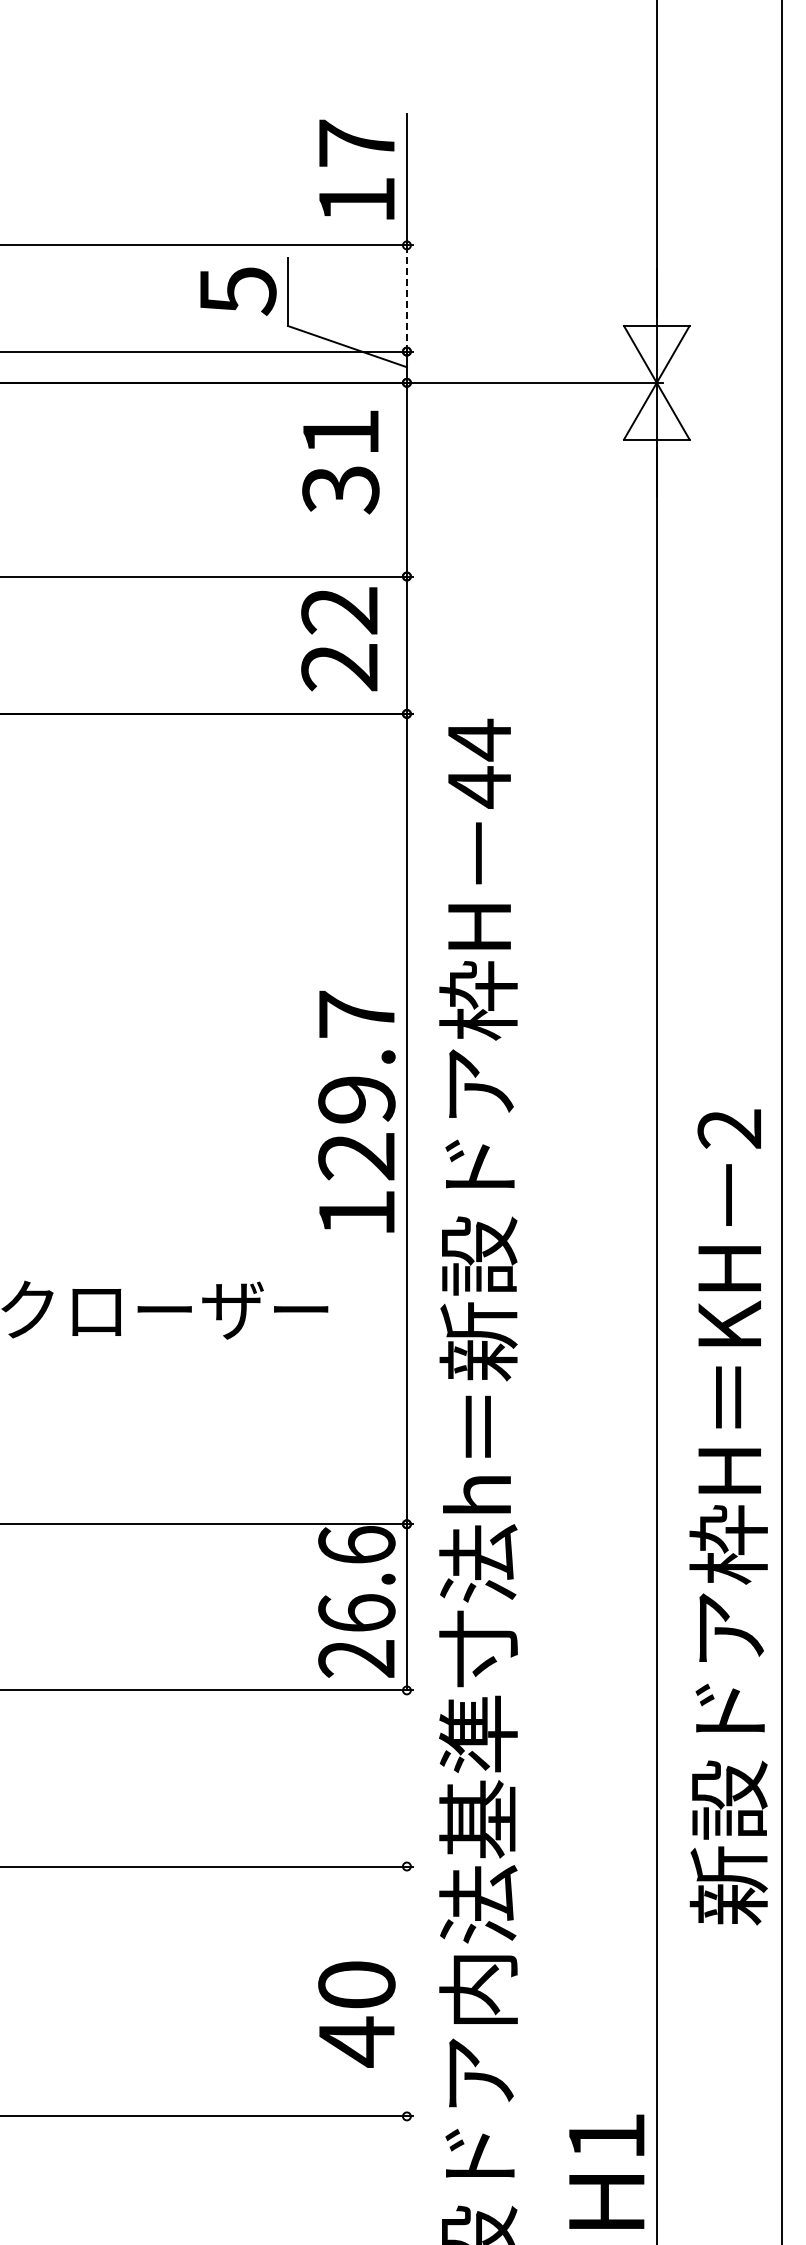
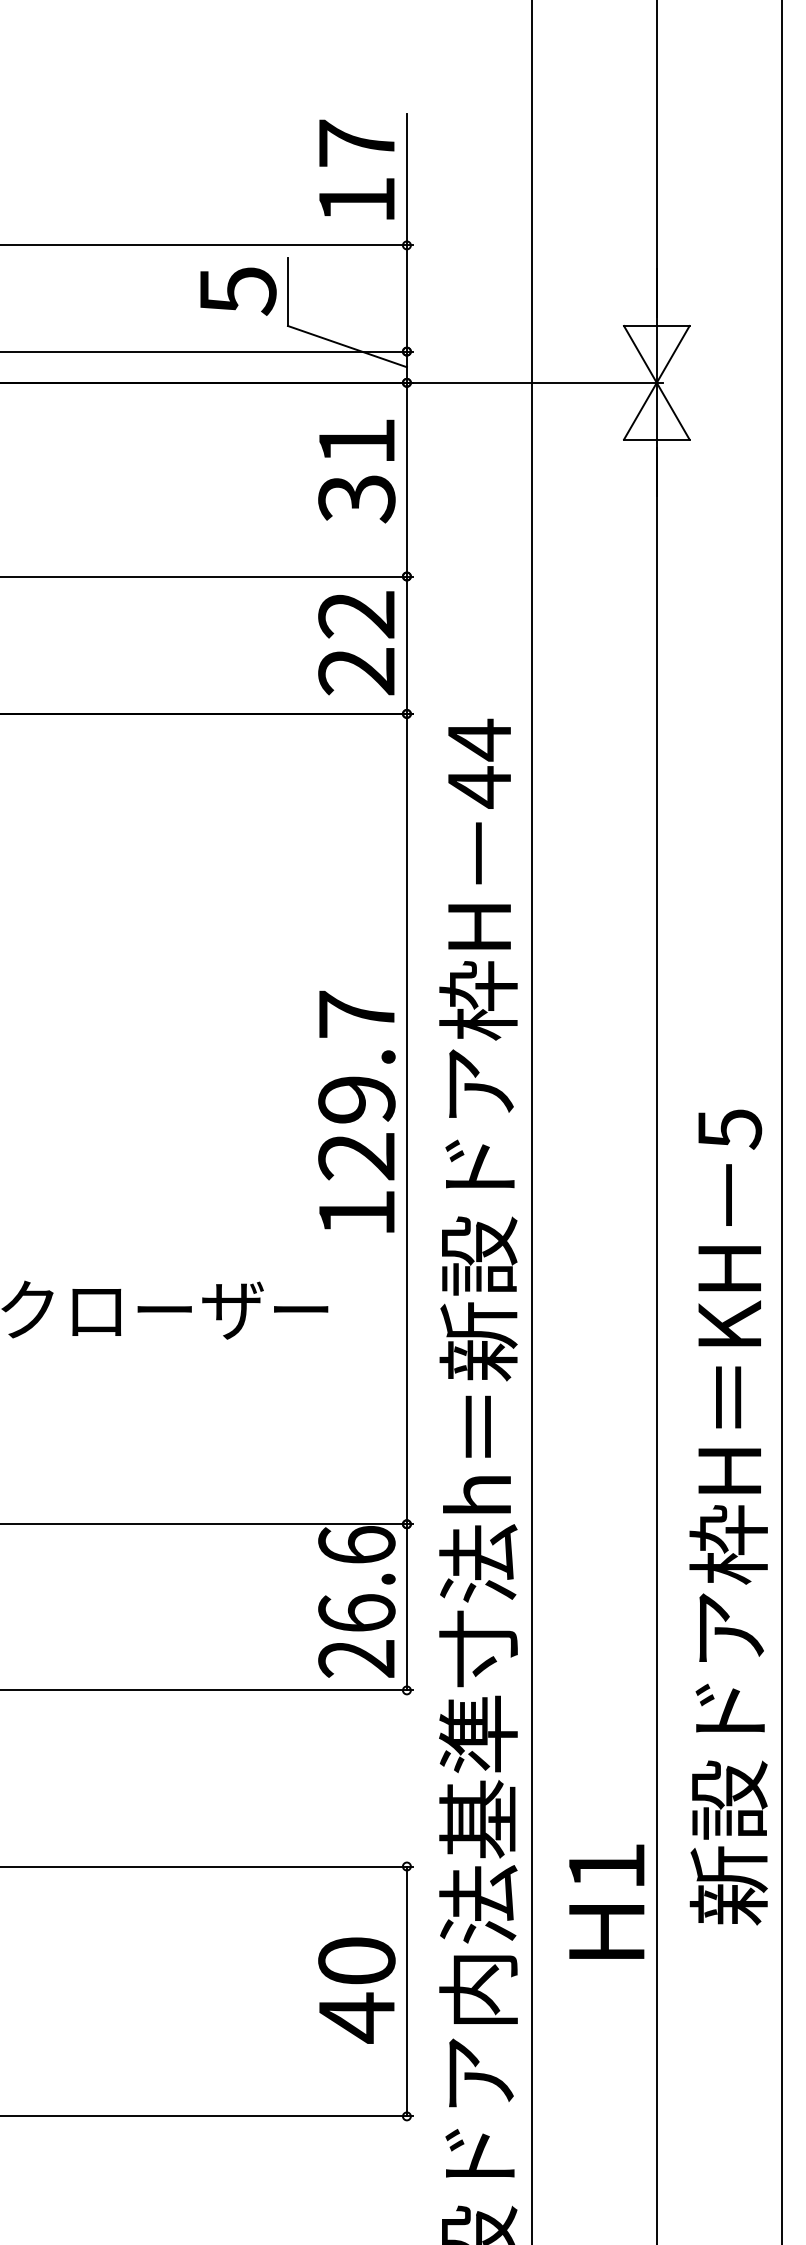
line at (406, 298): dashed -> solid
text at (340, 462) position: (340, 462) -> (356, 471)
text at (339, 639) position: (339, 639) -> (356, 643)
line at (531, 1121): none -> present
text at (729, 1129): 2 -> 5
line at (406, 1991): none -> present
text at (356, 2014) position: (356, 2014) -> (356, 1990)
text at (606, 2171) position: (606, 2171) -> (606, 1901)
